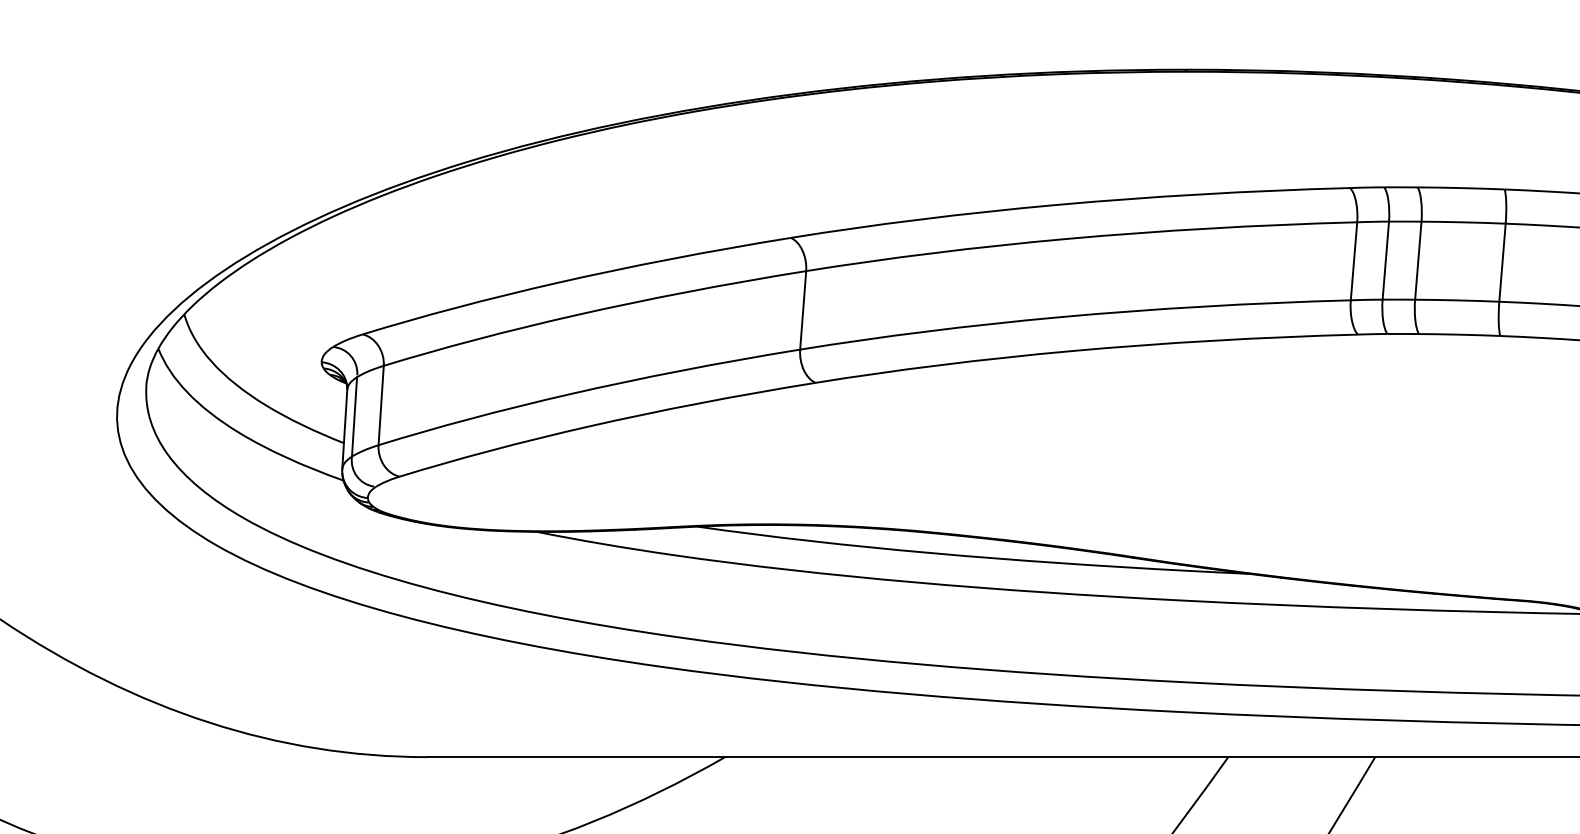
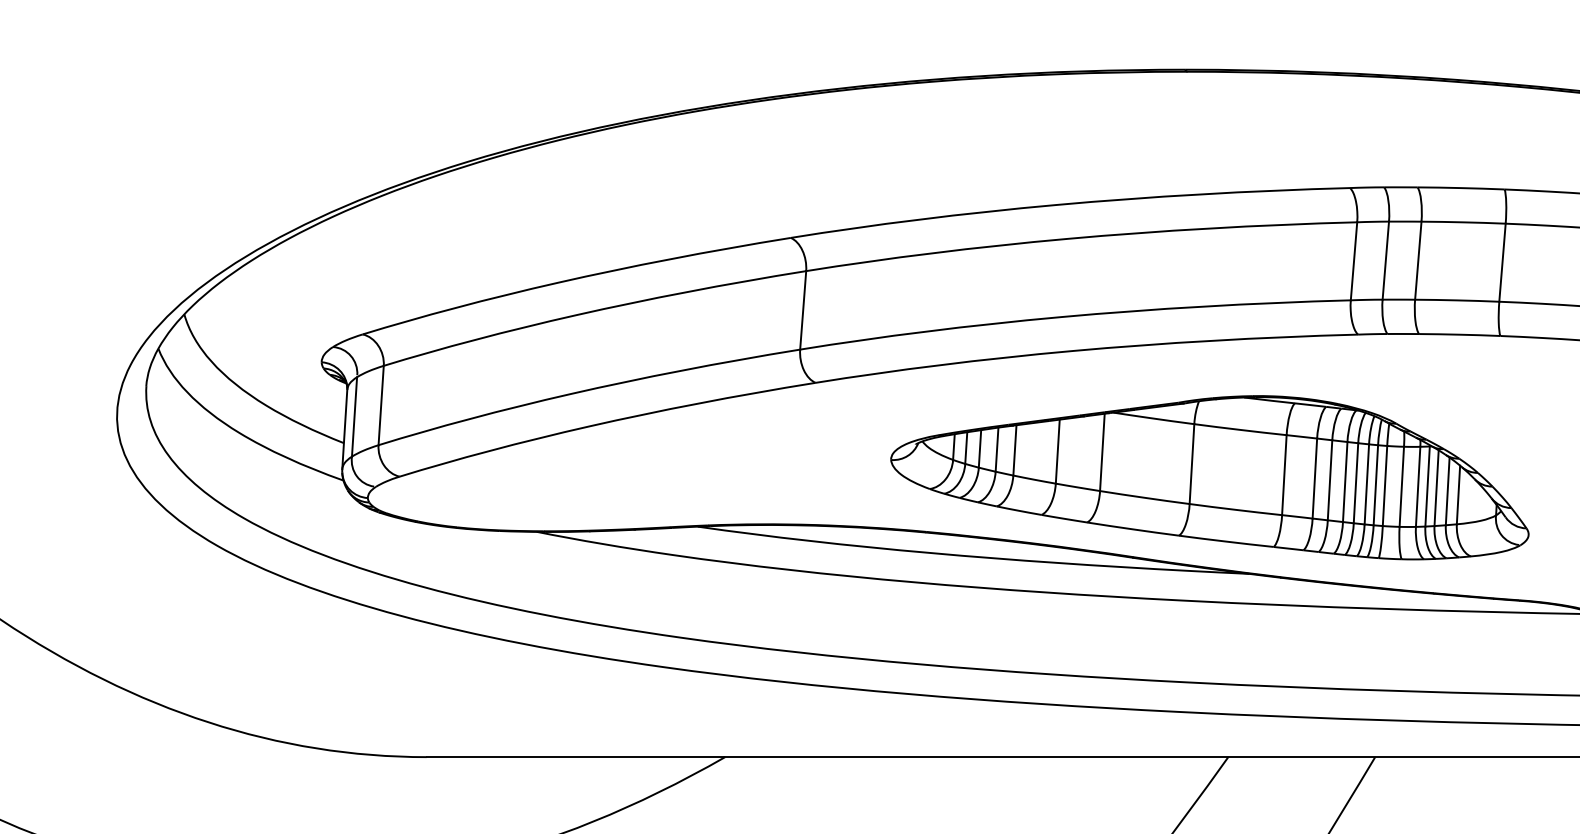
part at (1209, 477): none -> present
